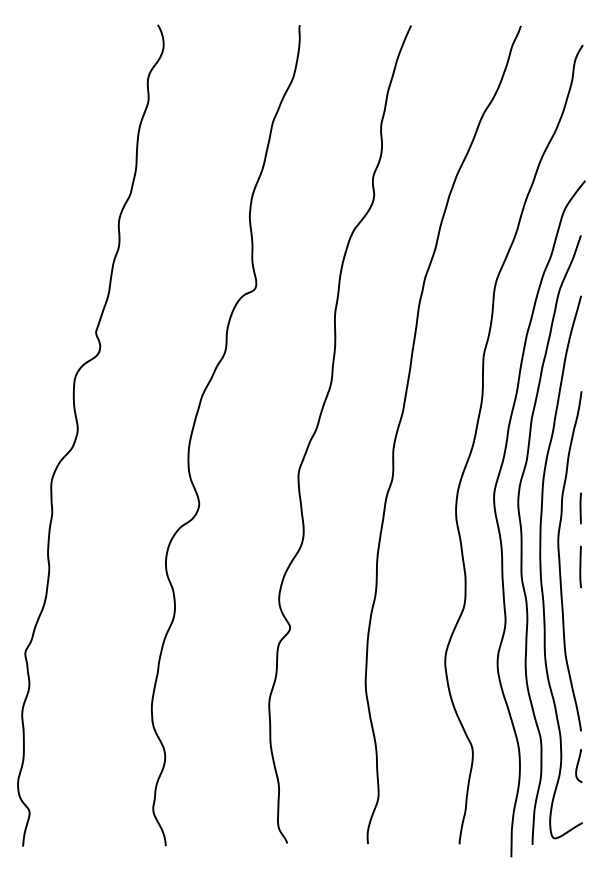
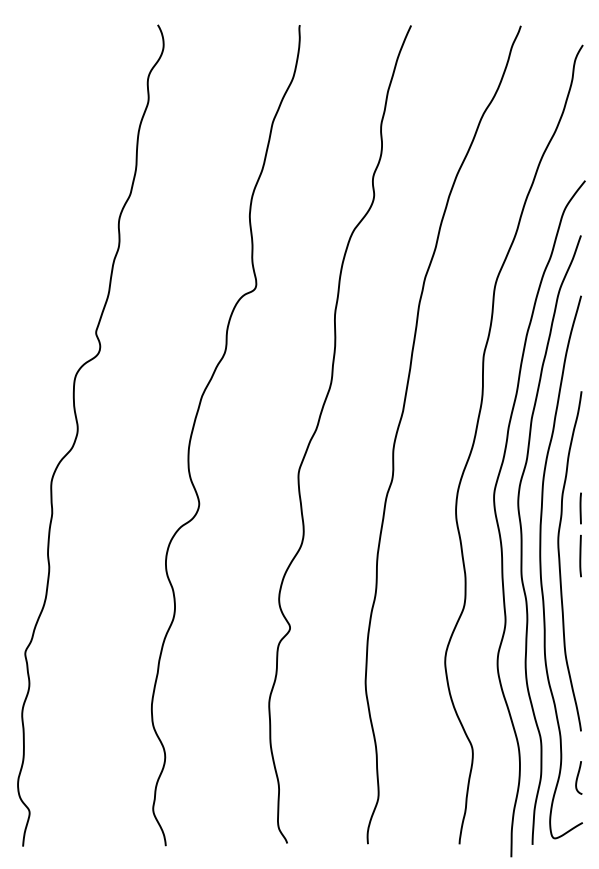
line at (580, 566) position: (580, 566) -> (580, 555)
curve at (578, 765) position: (578, 765) -> (578, 777)
